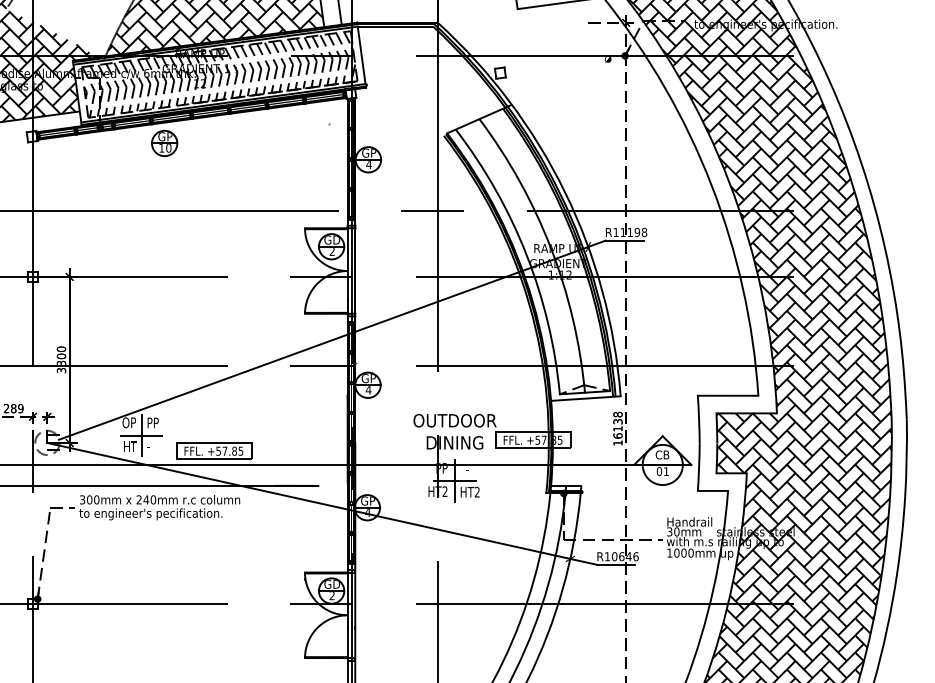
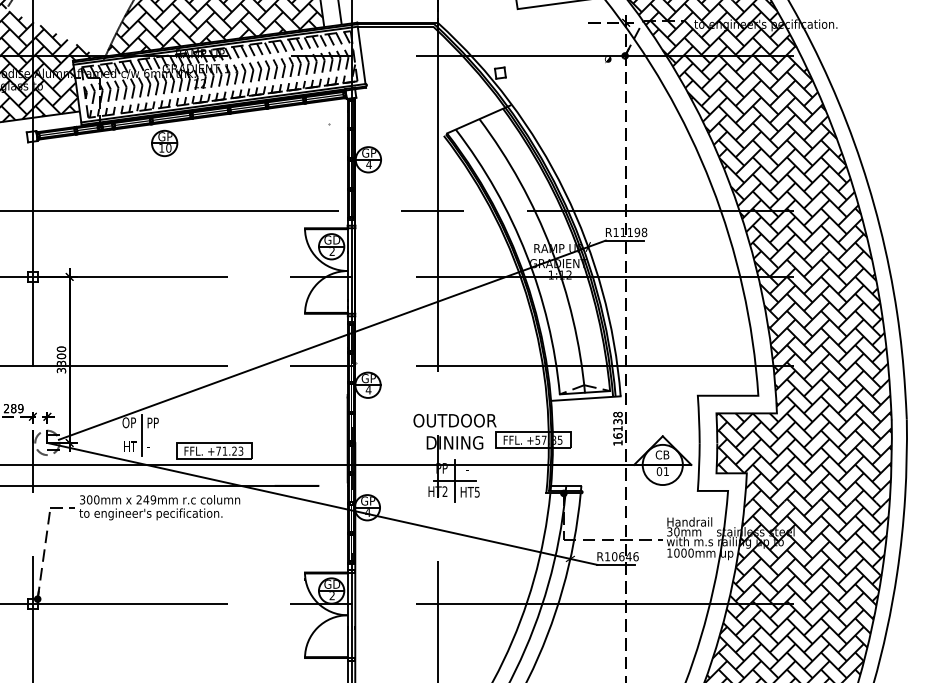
line at (141, 435): present -> none
text at (229, 450): +57.85 -> +71.23
text at (476, 491): HT2 -> HT5
text at (152, 499): 240mm -> 249mm
